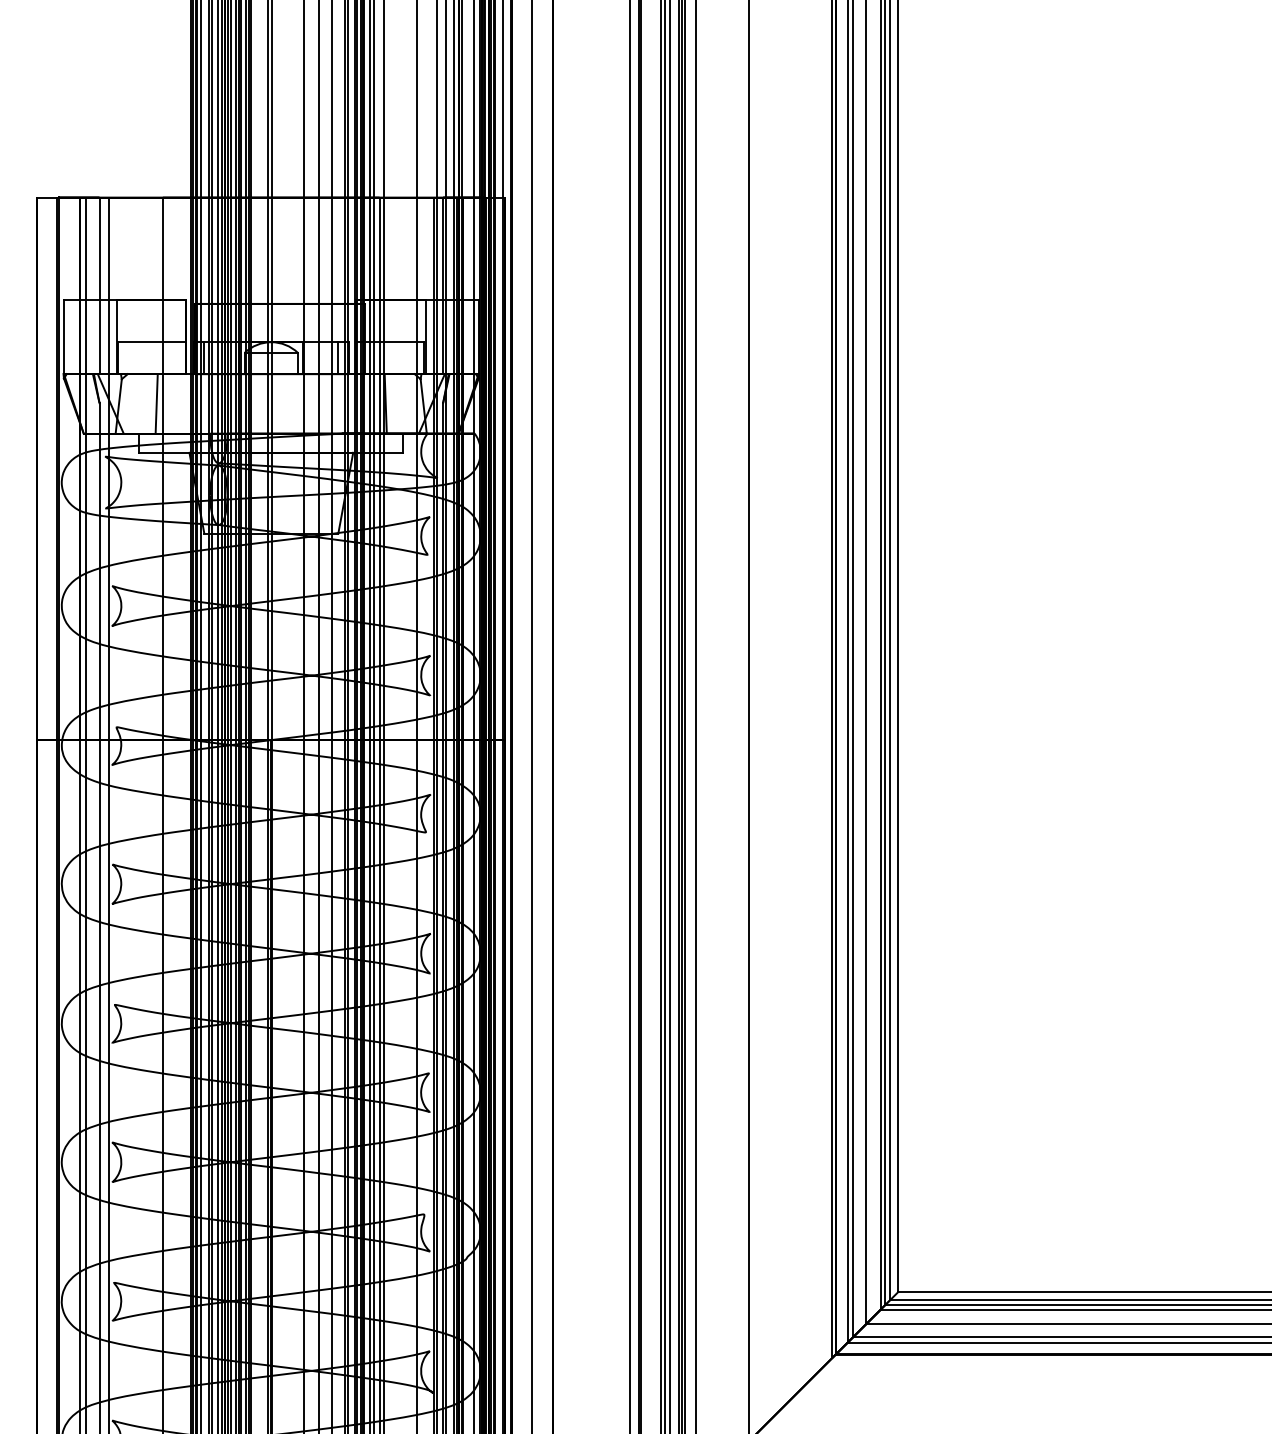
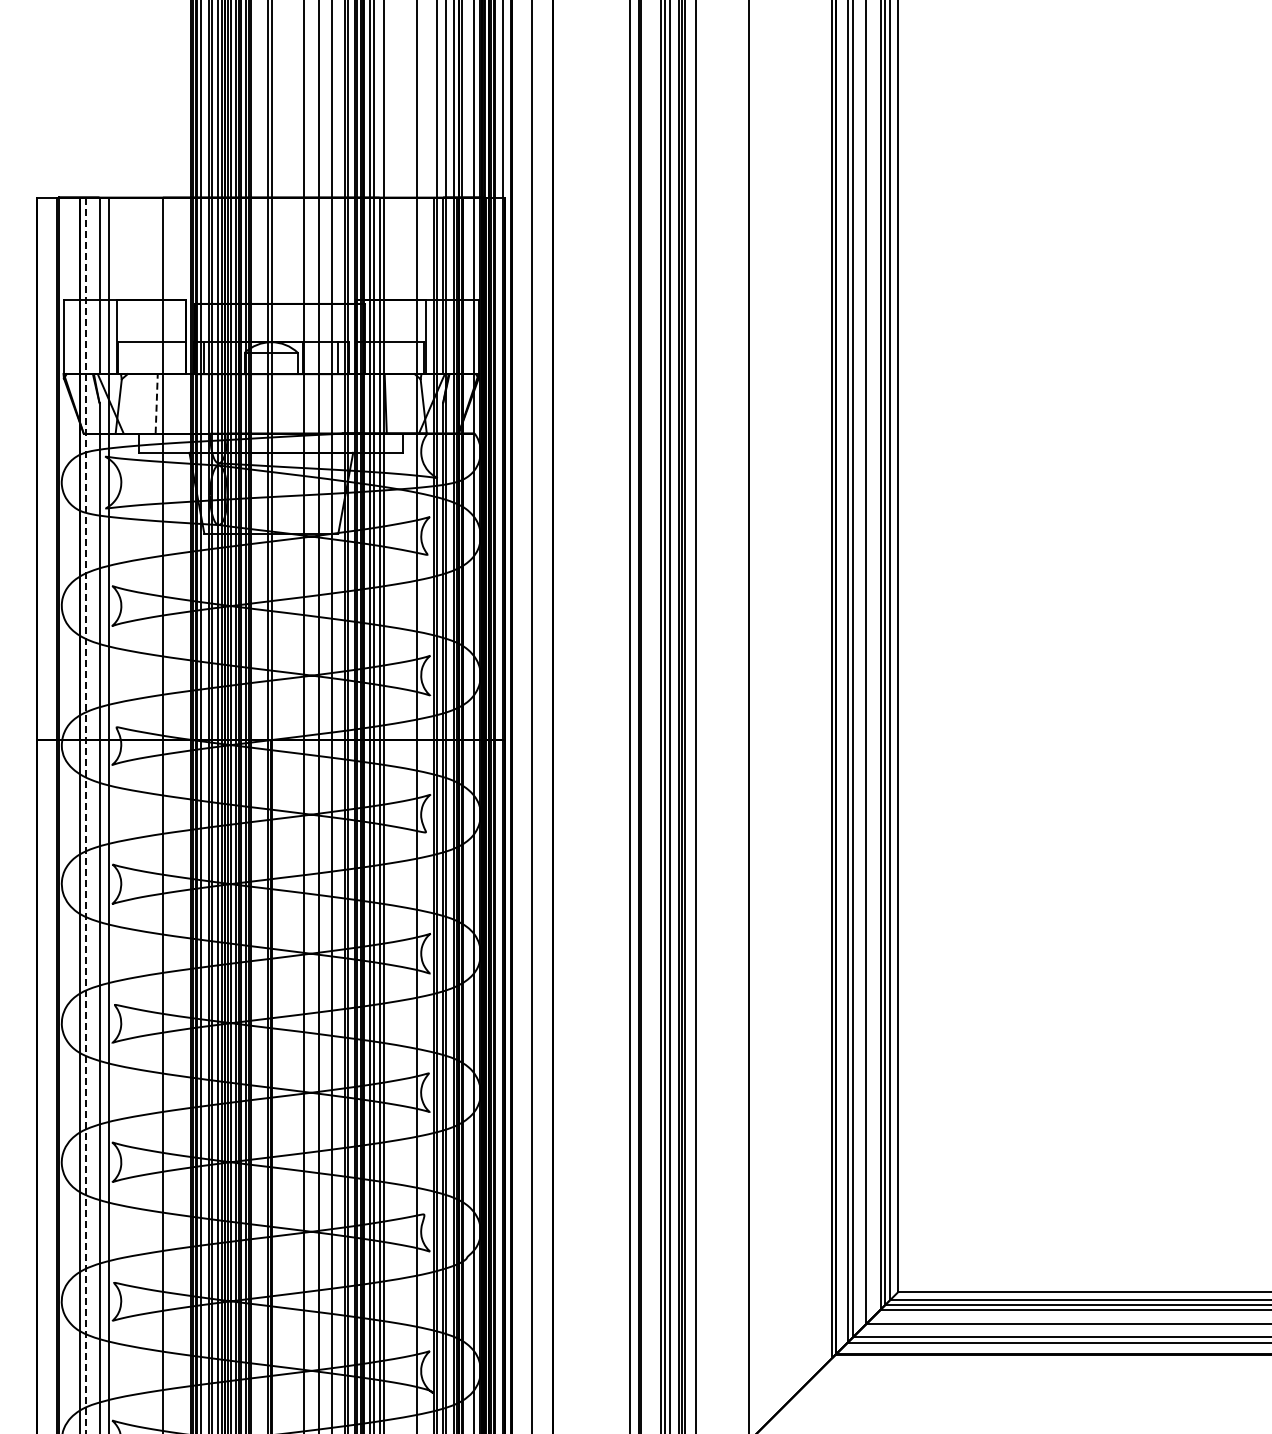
line at (156, 403): solid -> dashed
line at (85, 815): solid -> dashed
